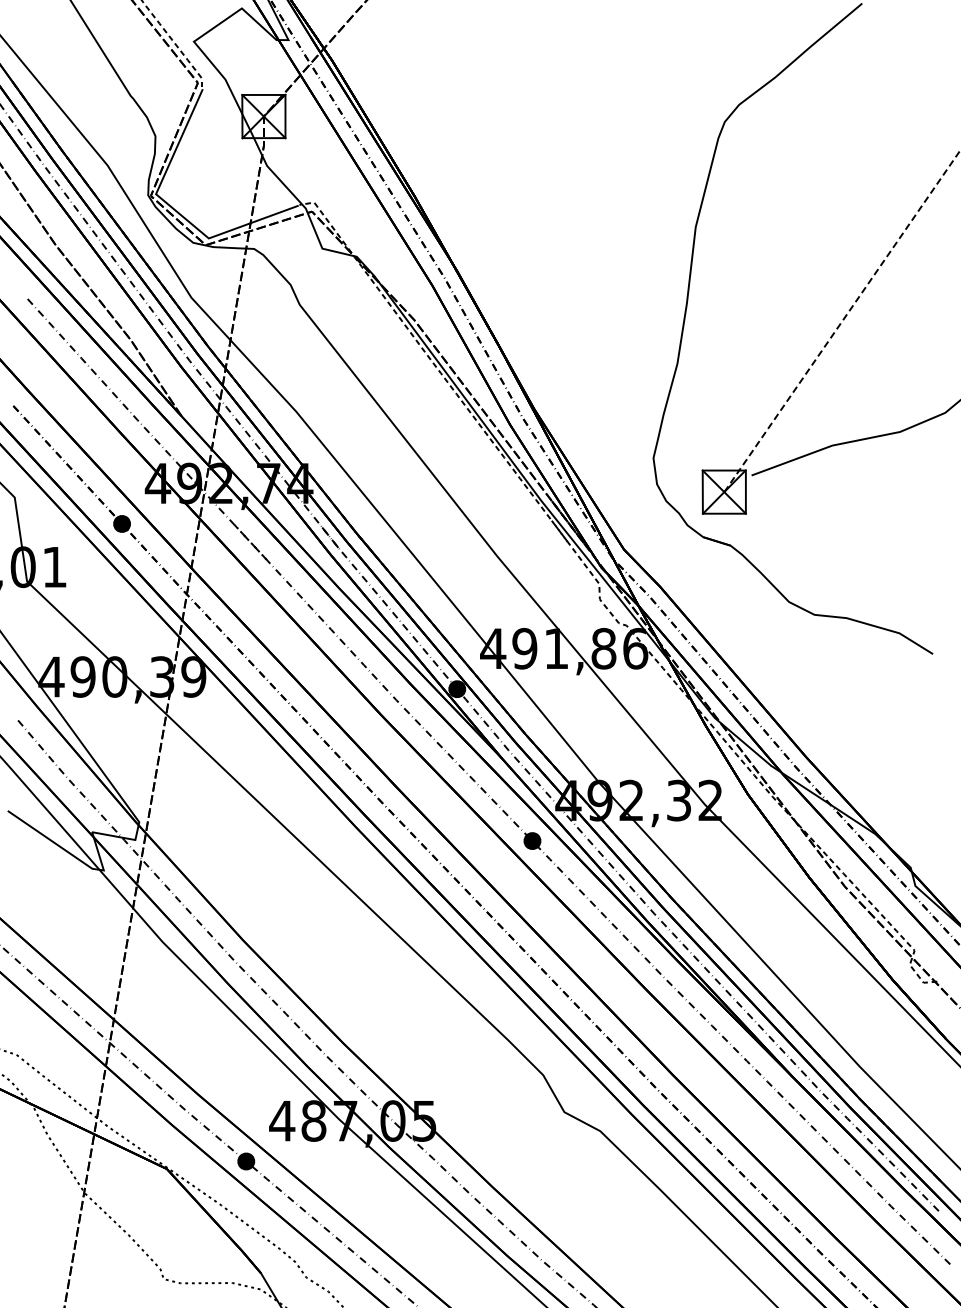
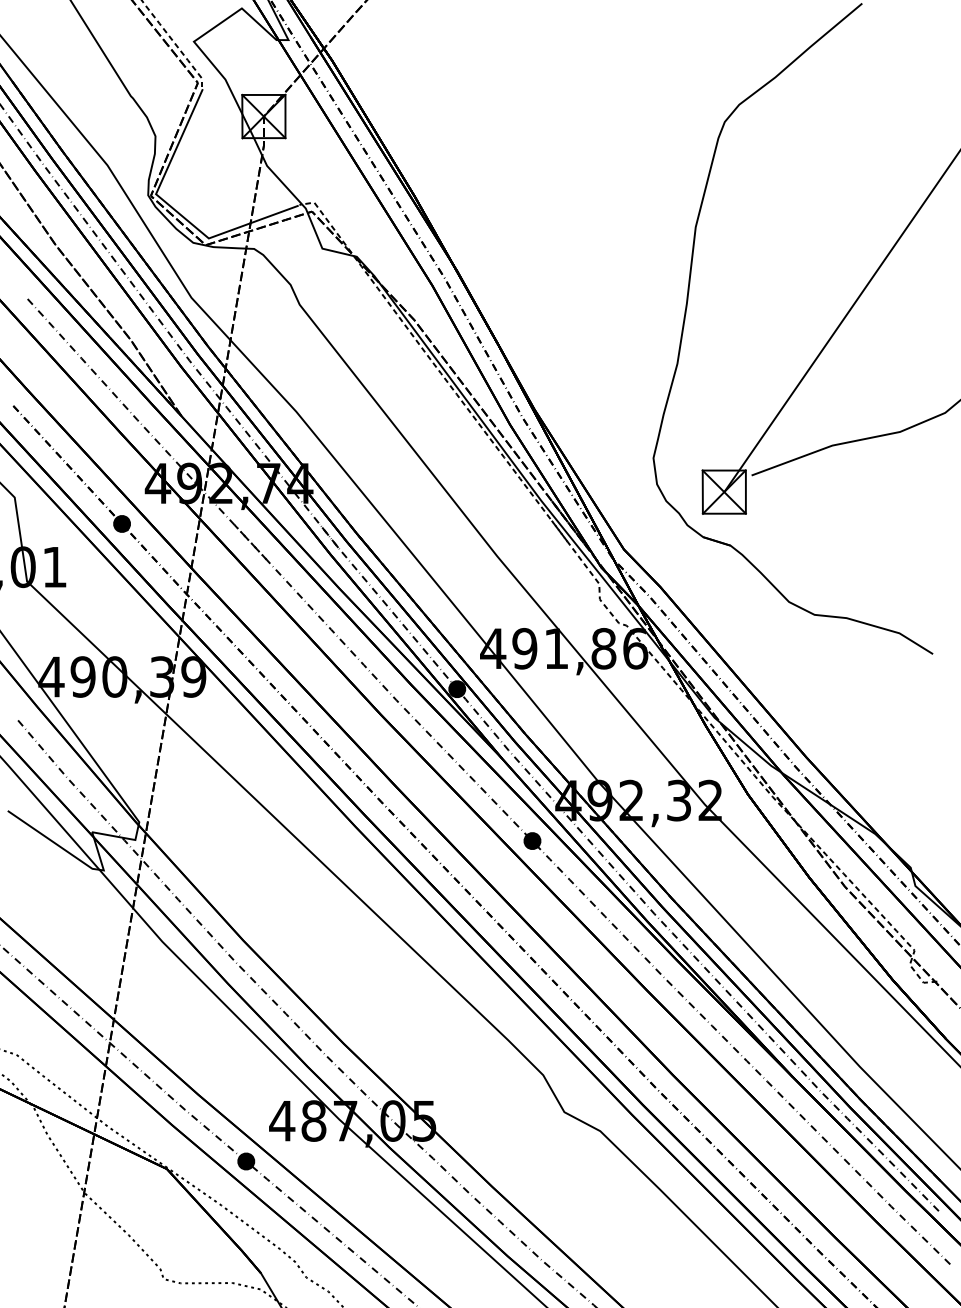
line at (842, 321): dashed -> solid
